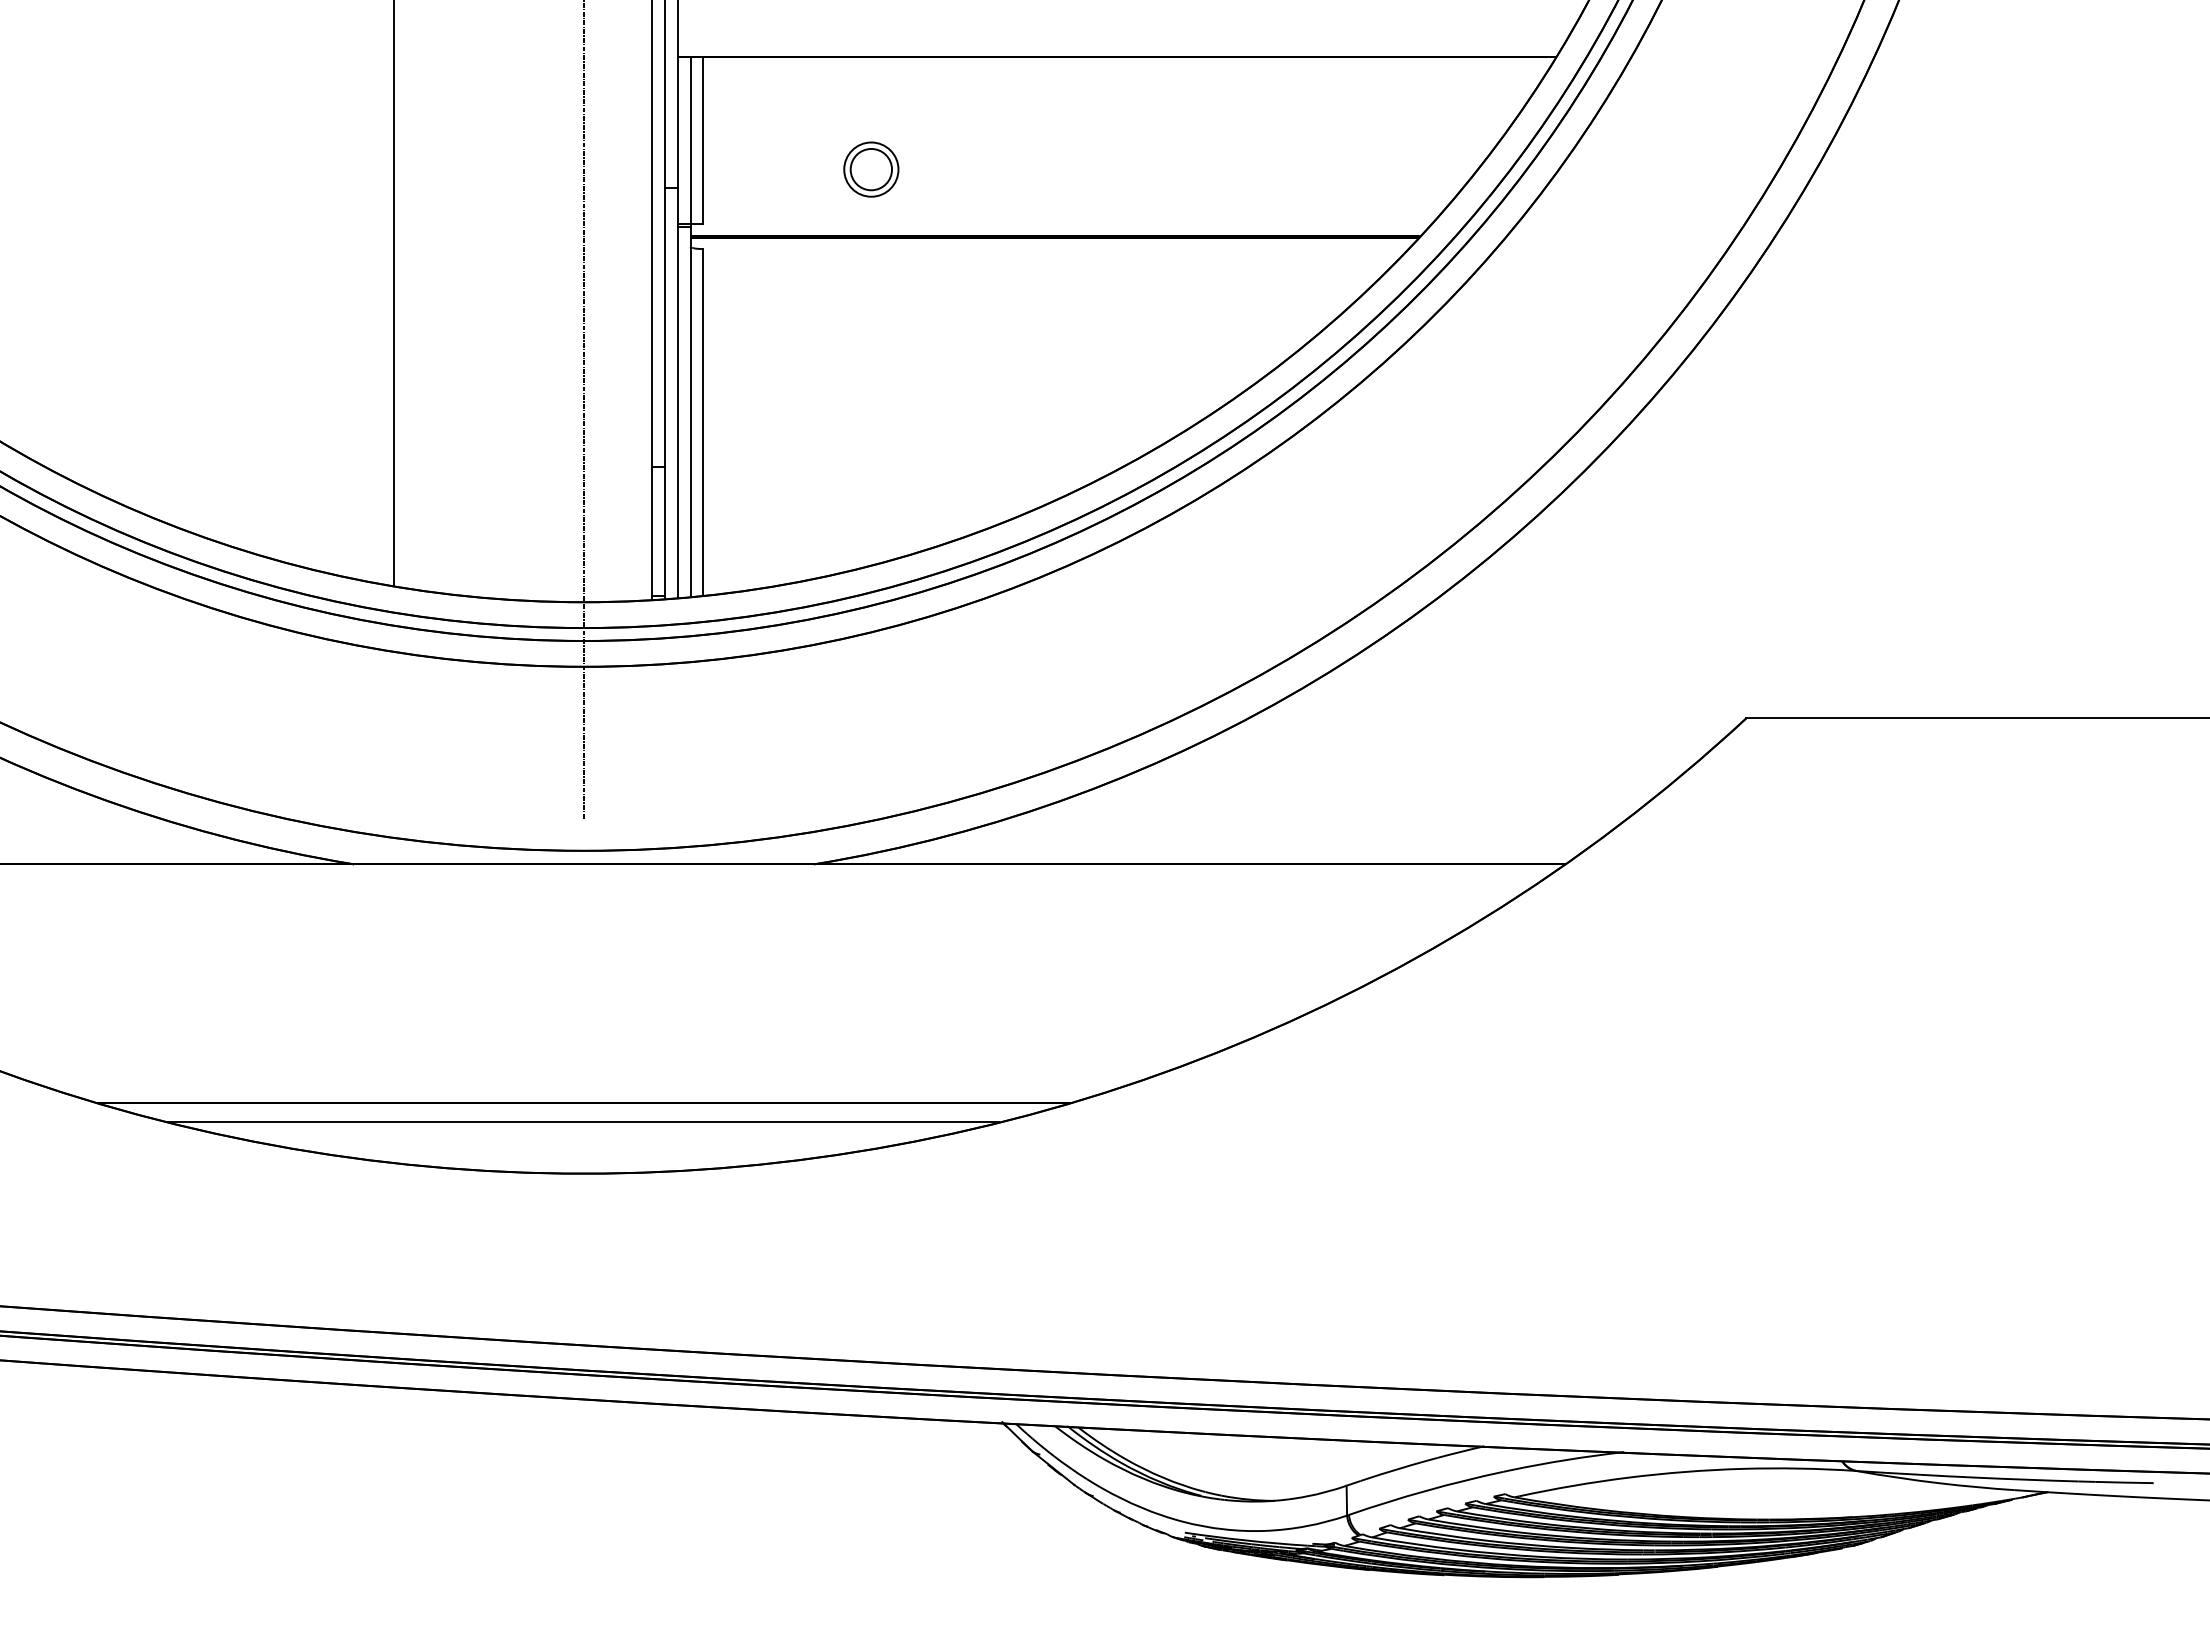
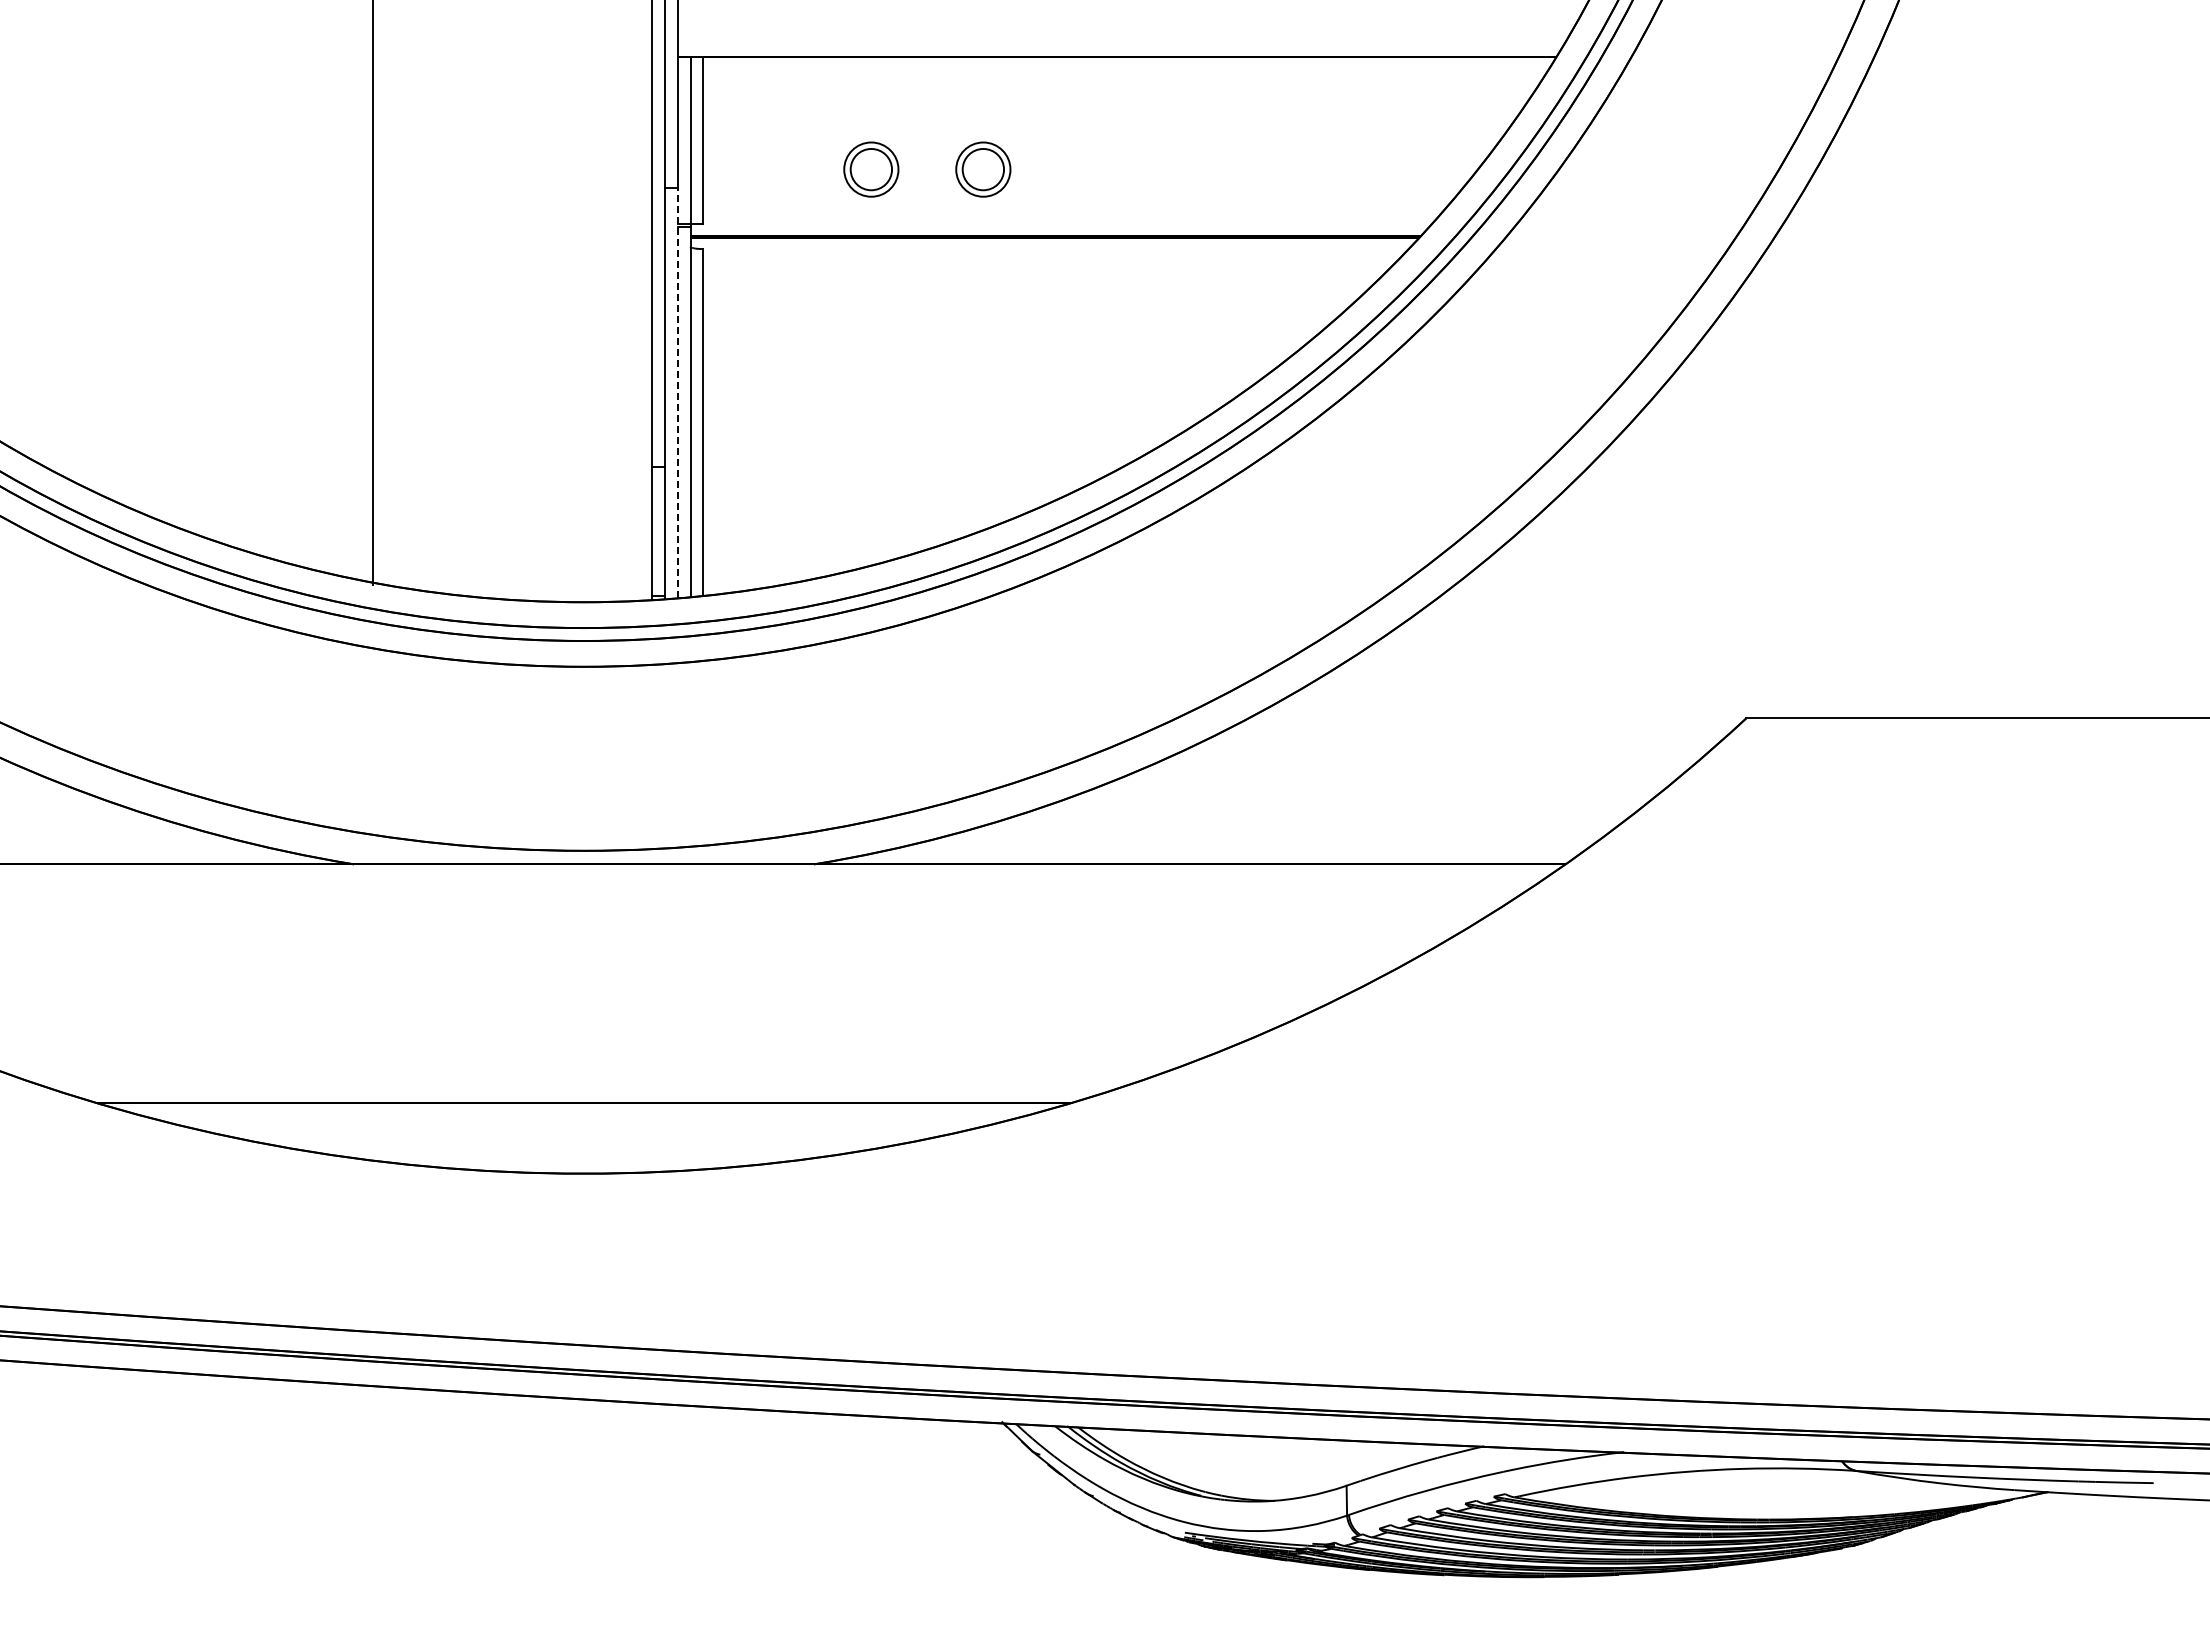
part at (983, 169): none -> present
line at (393, 293) position: (393, 293) -> (372, 293)
line at (677, 393): solid -> dashed
line at (584, 410): present -> none
line at (583, 1122): present -> none
